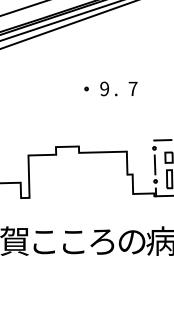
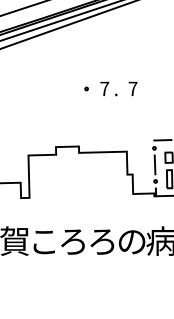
text at (104, 88): 9 -> 7
text at (72, 241): こ -> ろ
